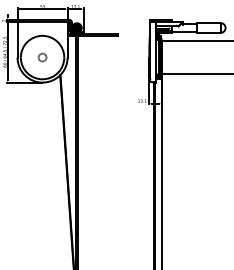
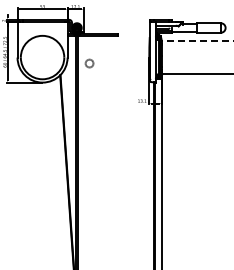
line at (197, 40): solid -> dashed
part at (42, 57) position: (42, 57) -> (89, 63)
